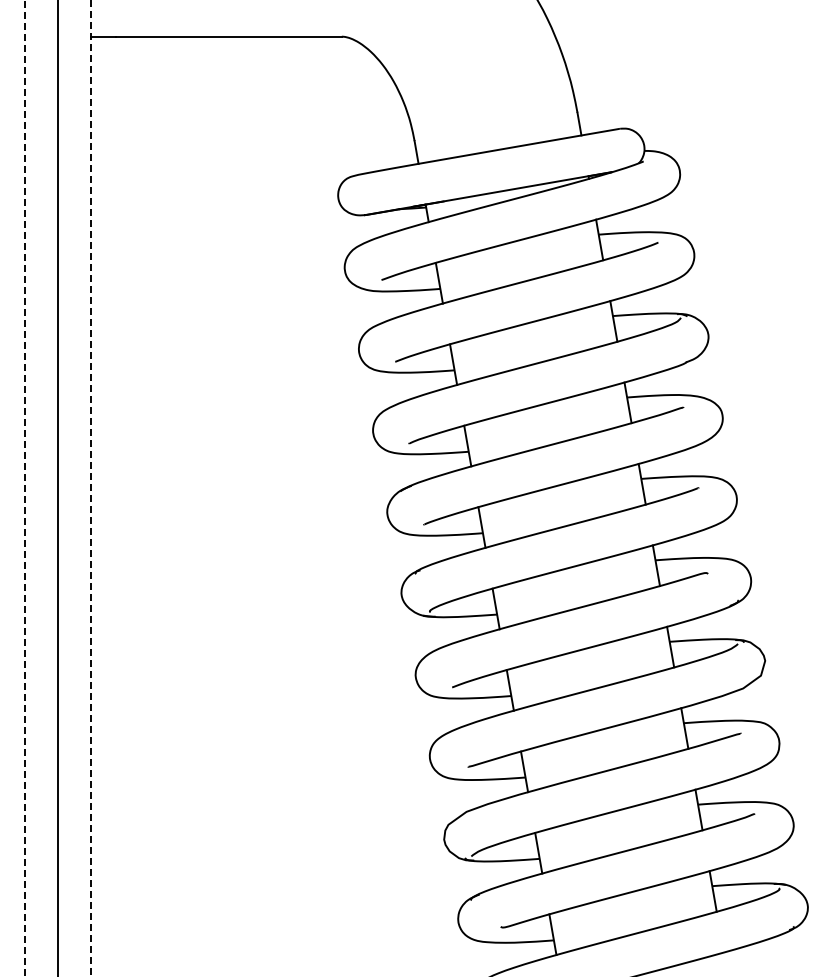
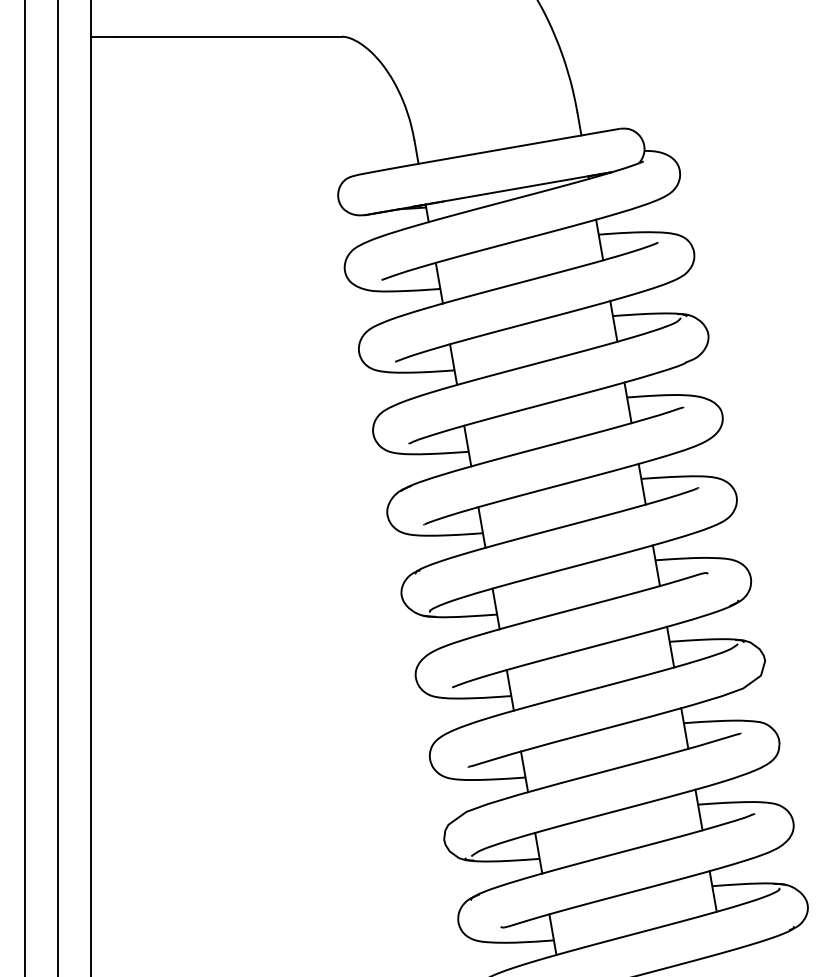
line at (24, 488): dashed -> solid
line at (91, 488): dashed -> solid
